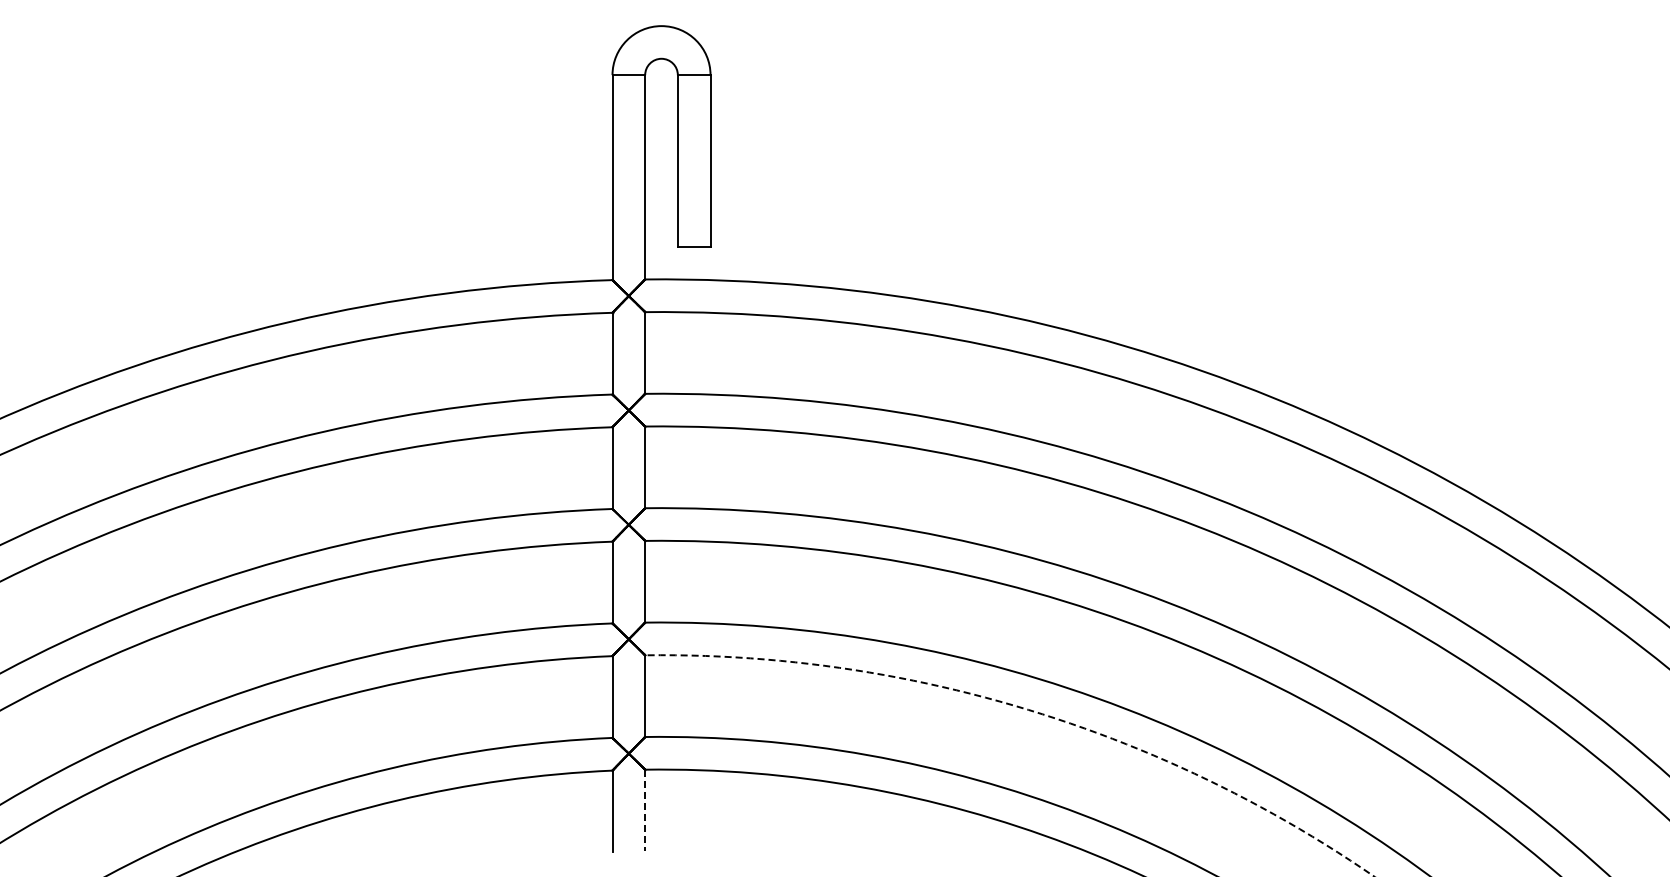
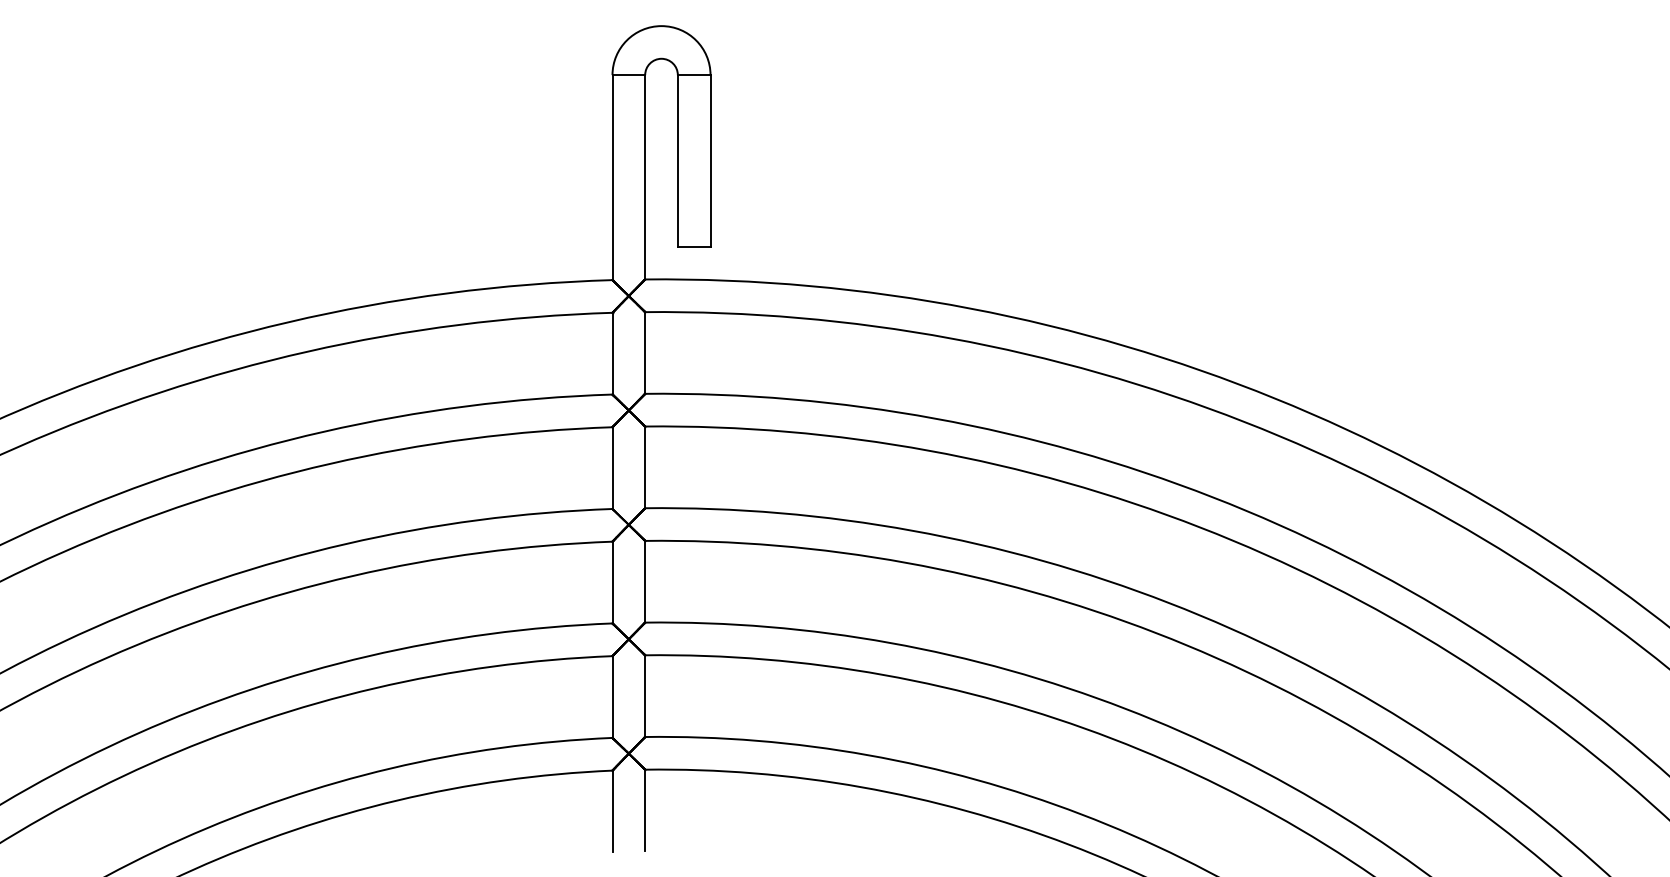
arc at (1026, 709): dashed -> solid
line at (645, 810): dashed -> solid
